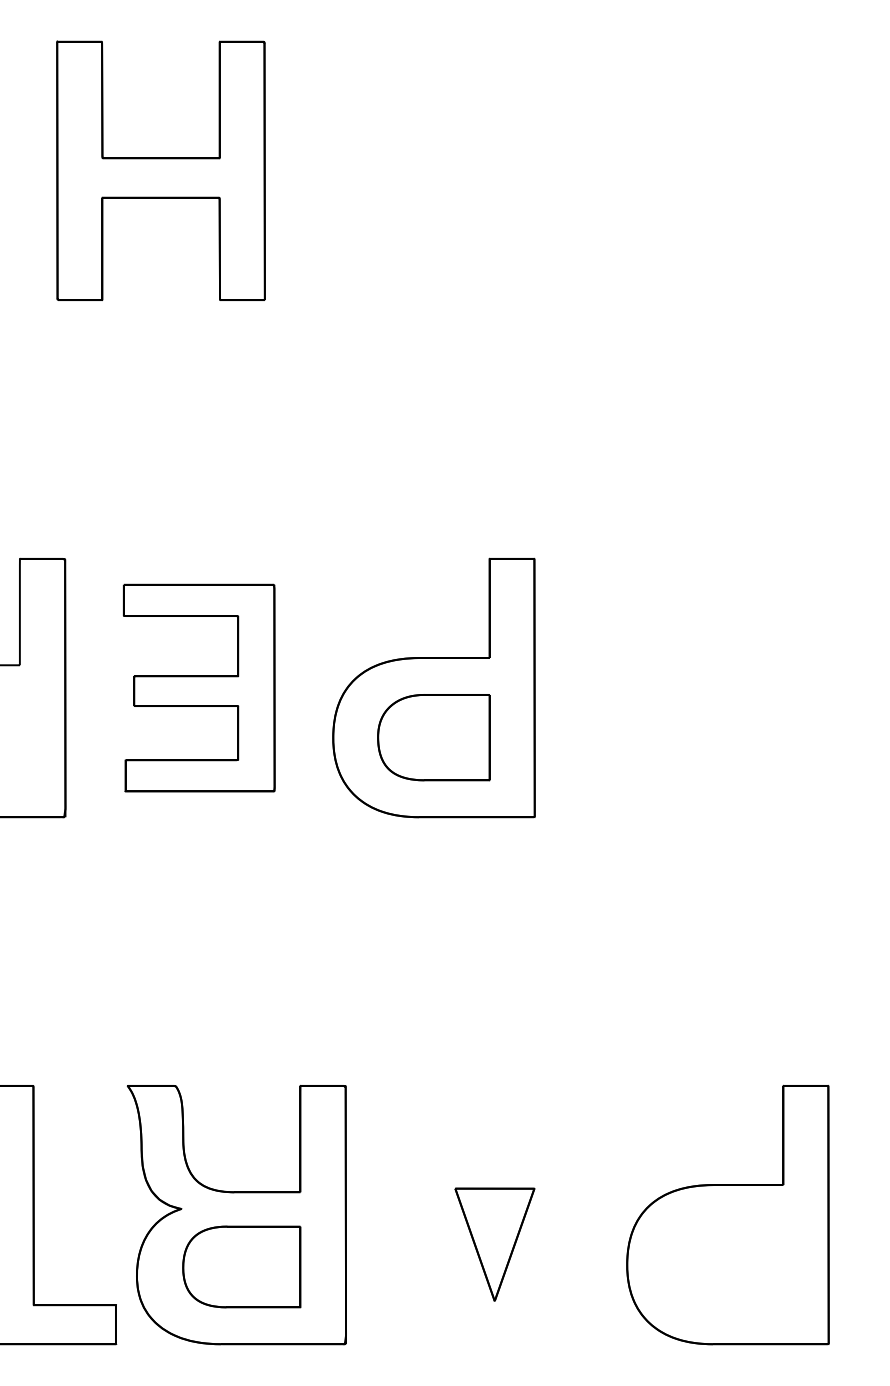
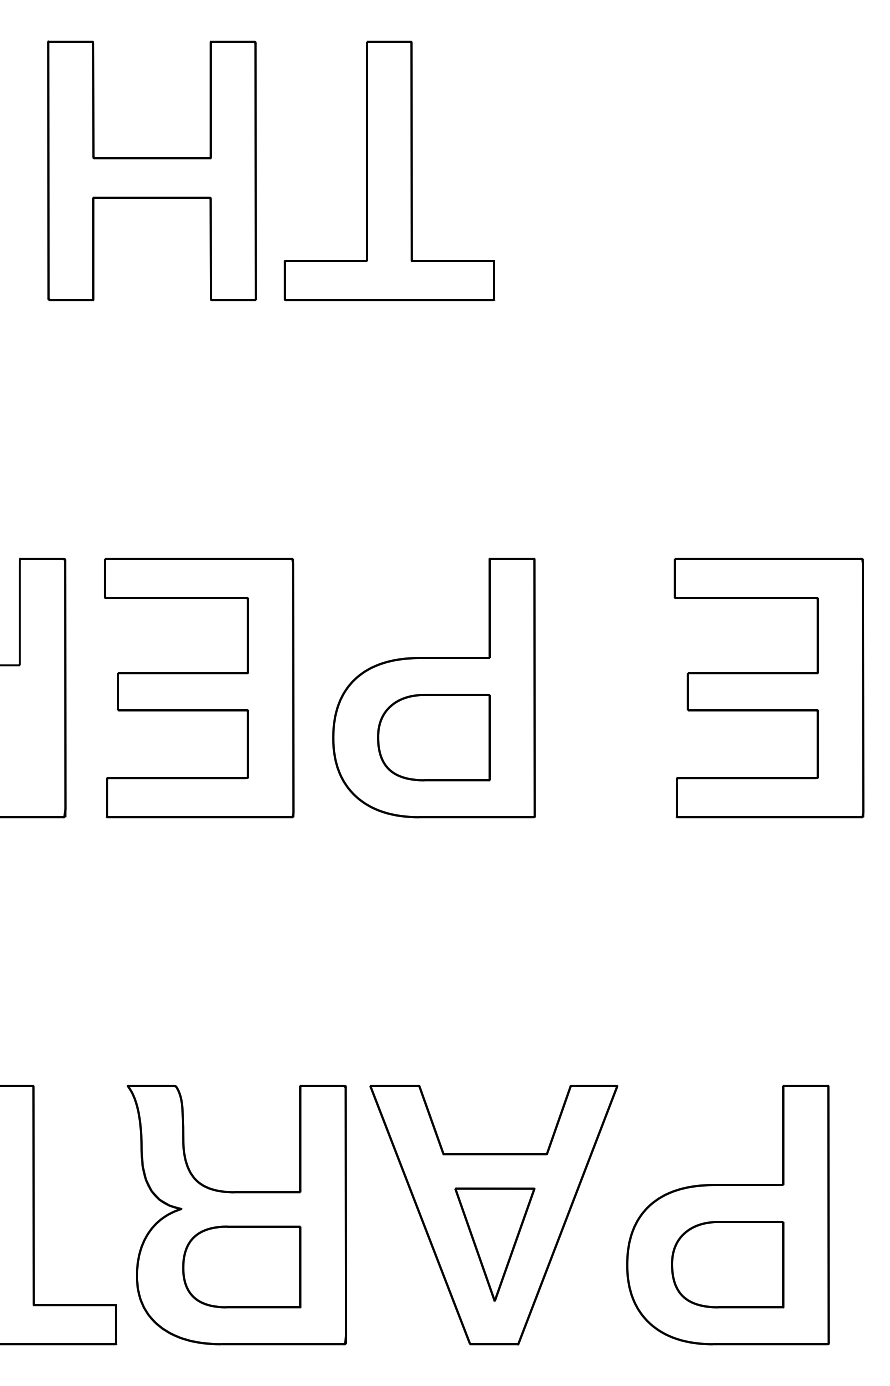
part at (160, 170) position: (160, 170) -> (151, 170)
part at (389, 170): none -> present
part at (199, 687) size: 153x210 px -> 191x261 px
part at (768, 688): none -> present
part at (493, 1215): none -> present
part at (727, 1264): none -> present
